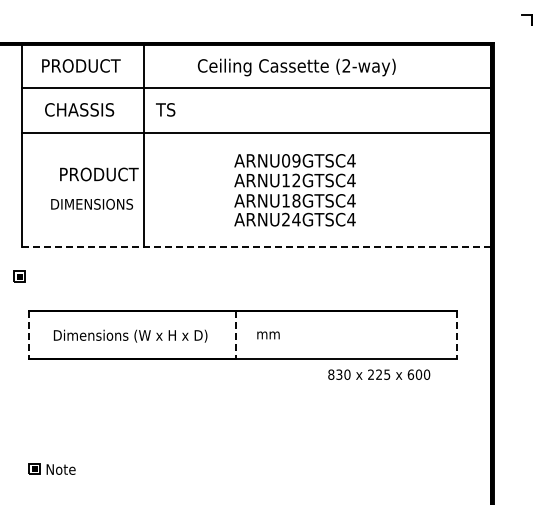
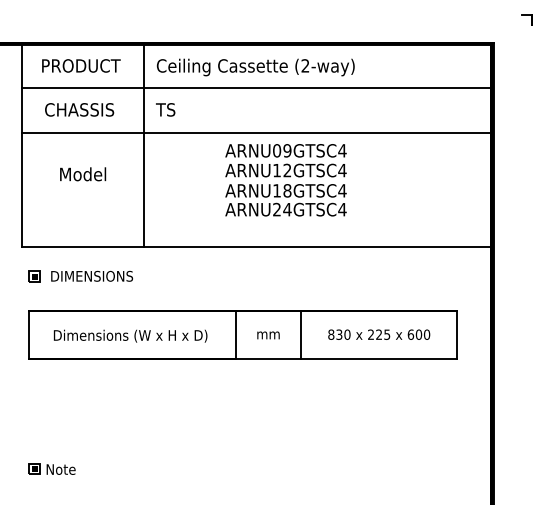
text at (296, 67) position: (296, 67) -> (255, 67)
text at (99, 174): PRODUCT -> Model
text at (294, 190) position: (294, 190) -> (285, 180)
text at (92, 203) position: (92, 203) -> (92, 275)
line at (257, 247): dashed -> solid
part at (19, 276) position: (19, 276) -> (34, 276)
line at (29, 335): dashed -> solid
line at (235, 335): dashed -> solid
line at (300, 335): none -> present
line at (456, 335): dashed -> solid
text at (379, 374) position: (379, 374) -> (379, 334)
